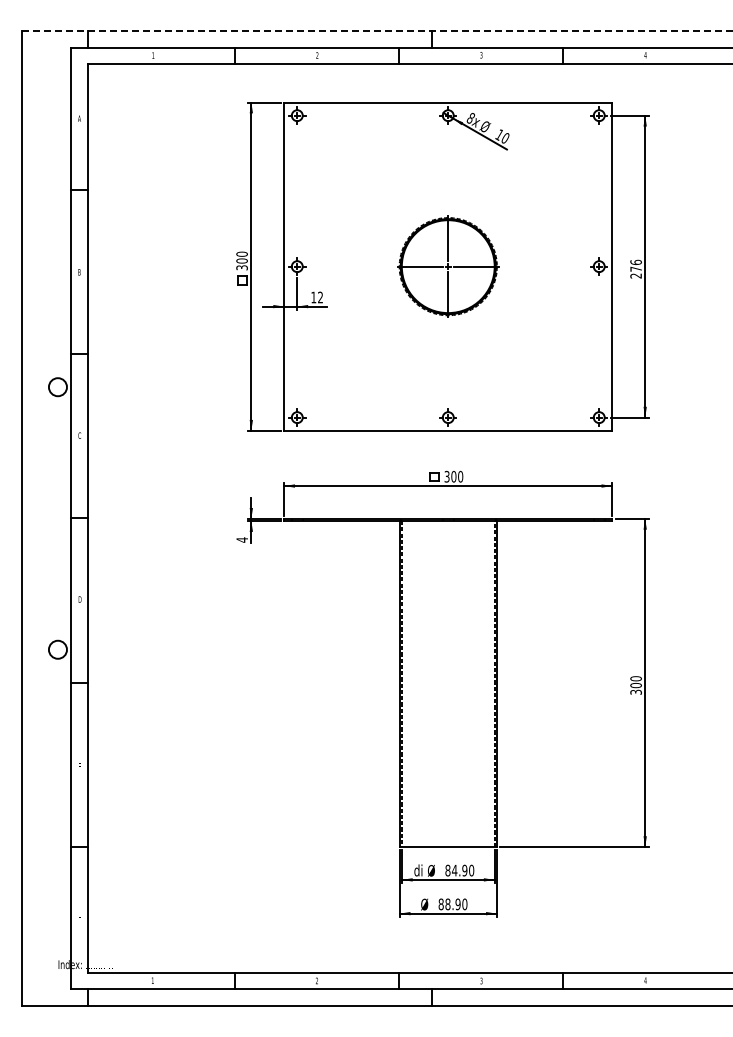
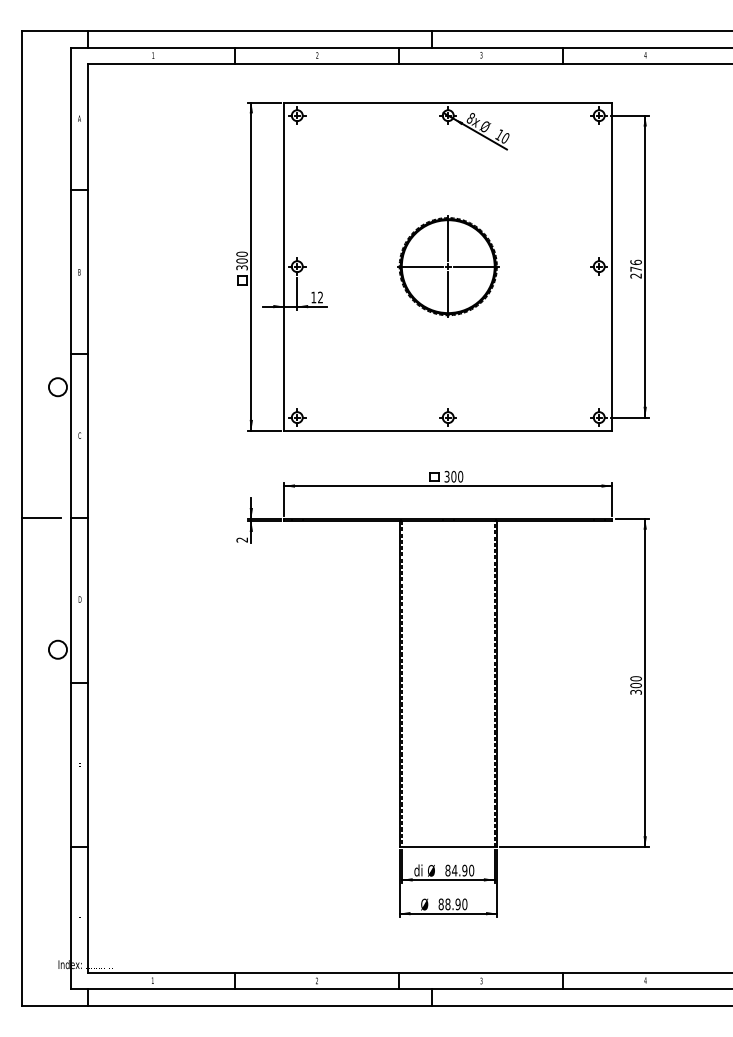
line at (377, 31): dashed -> solid
line at (41, 518): none -> present
text at (241, 539): 4 -> 2
